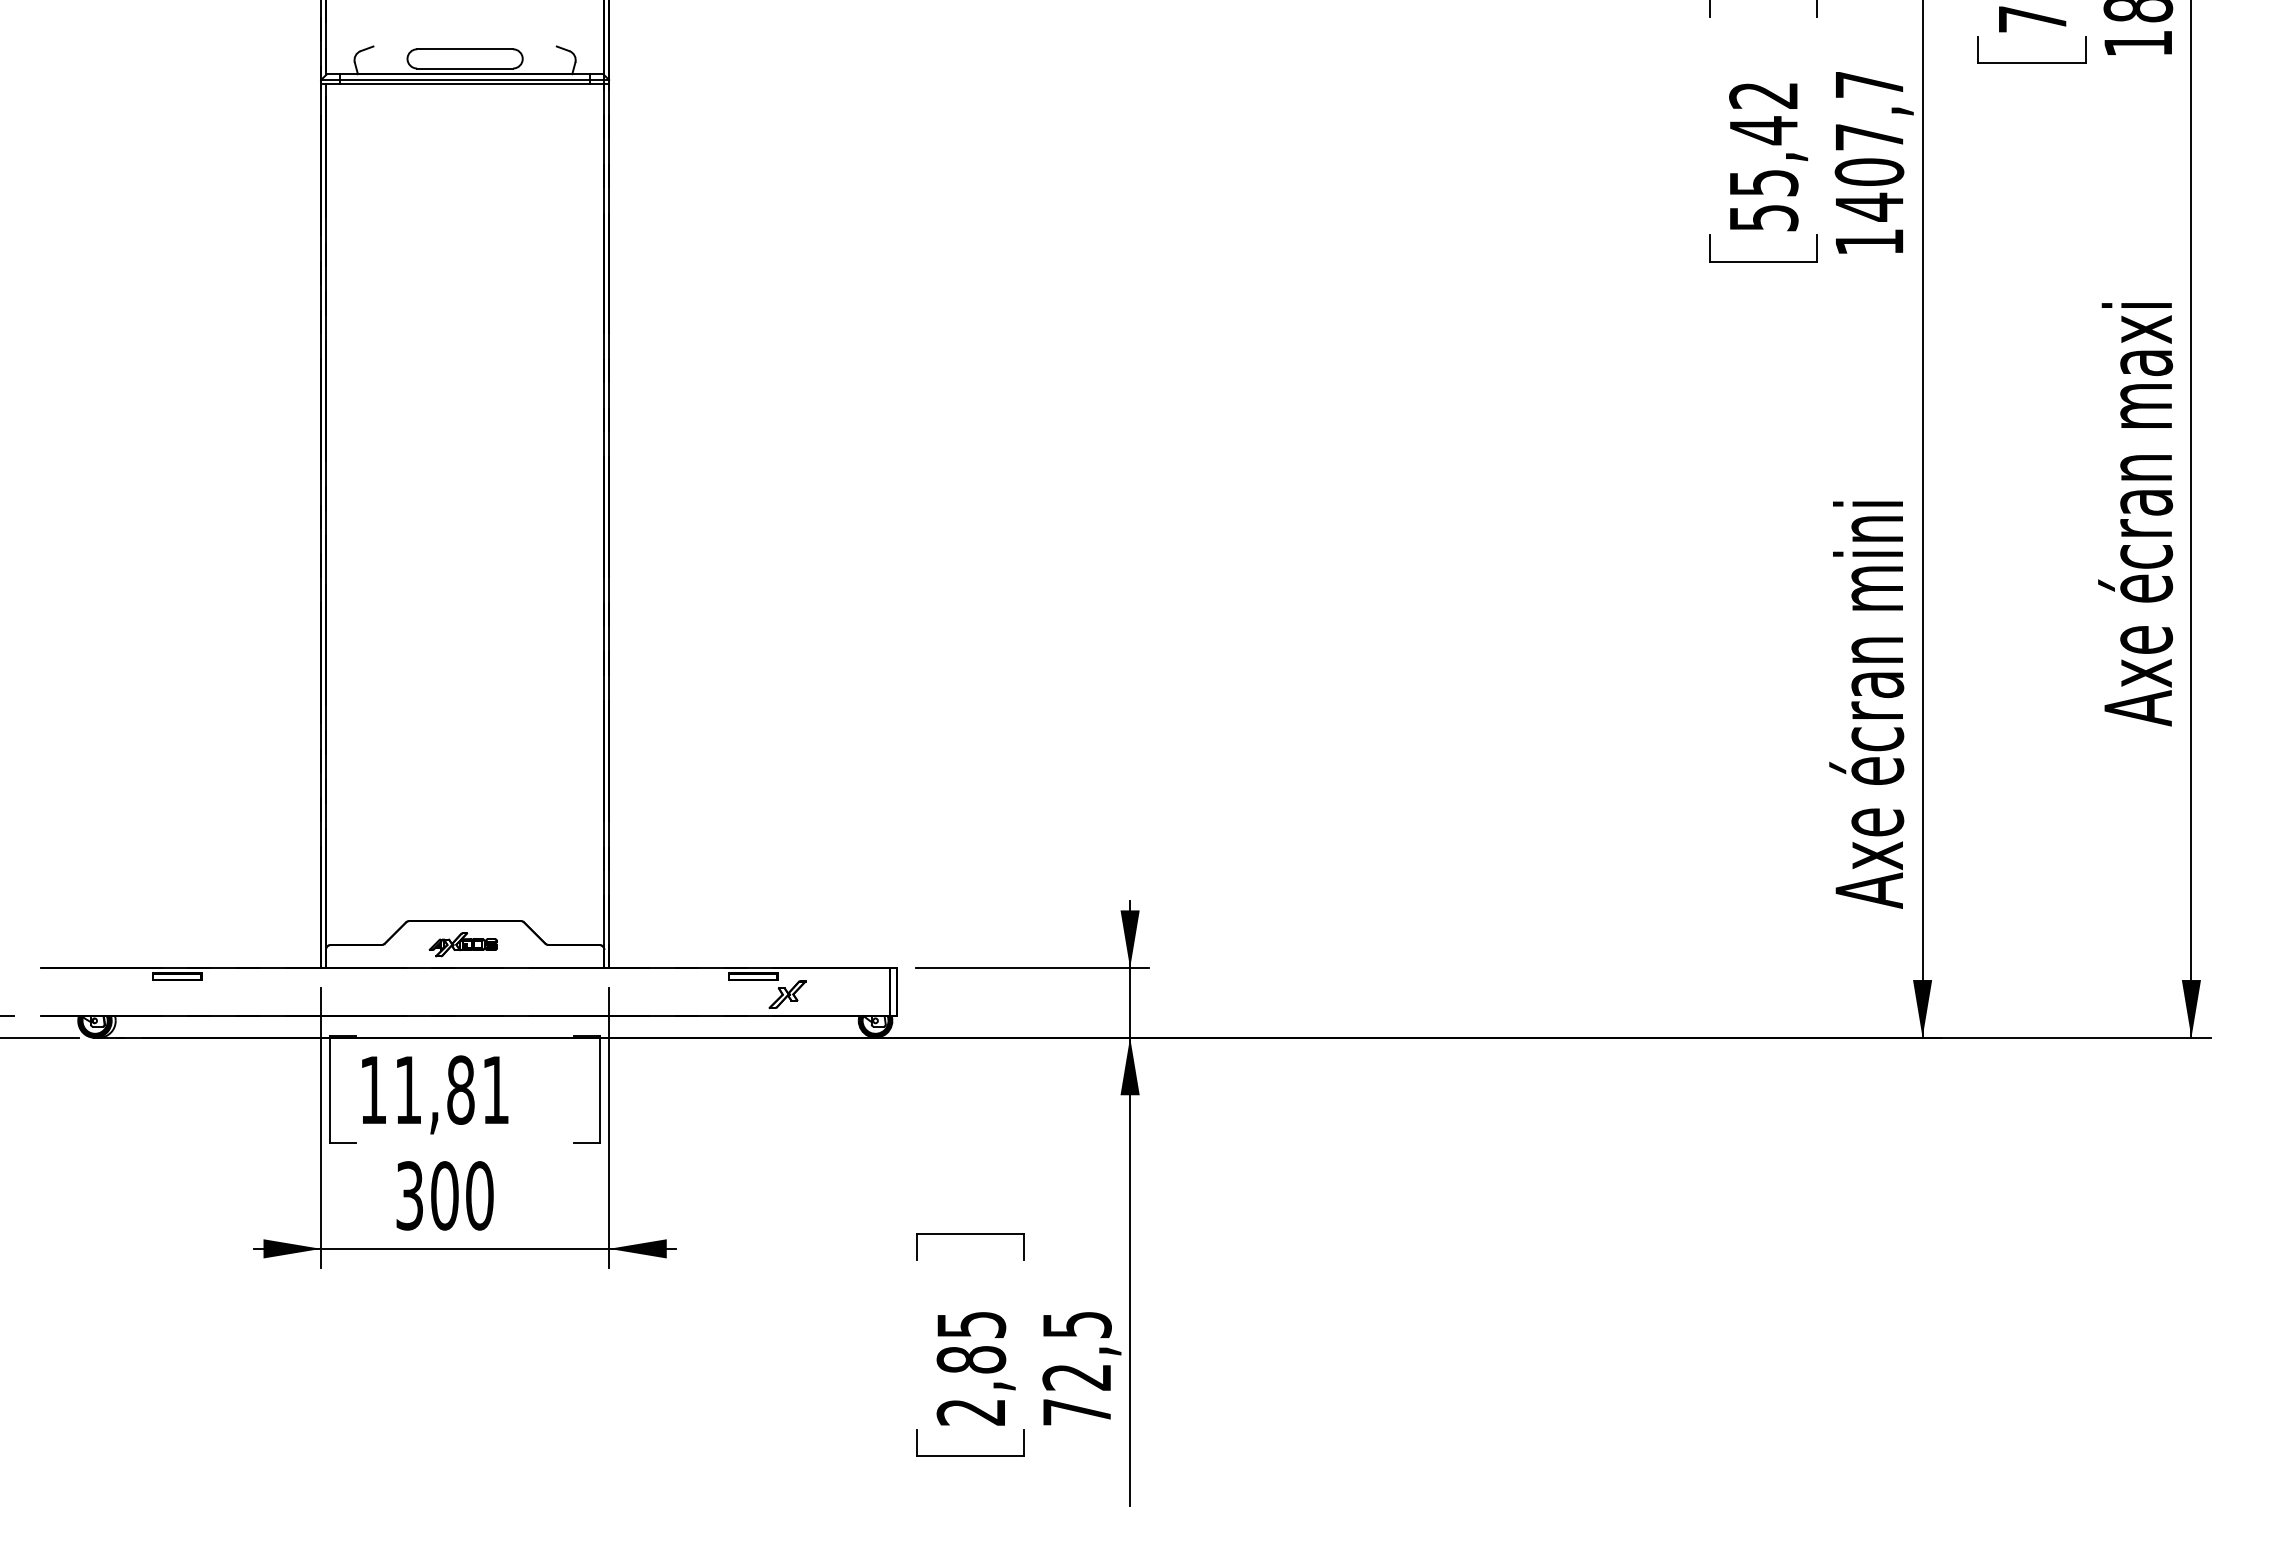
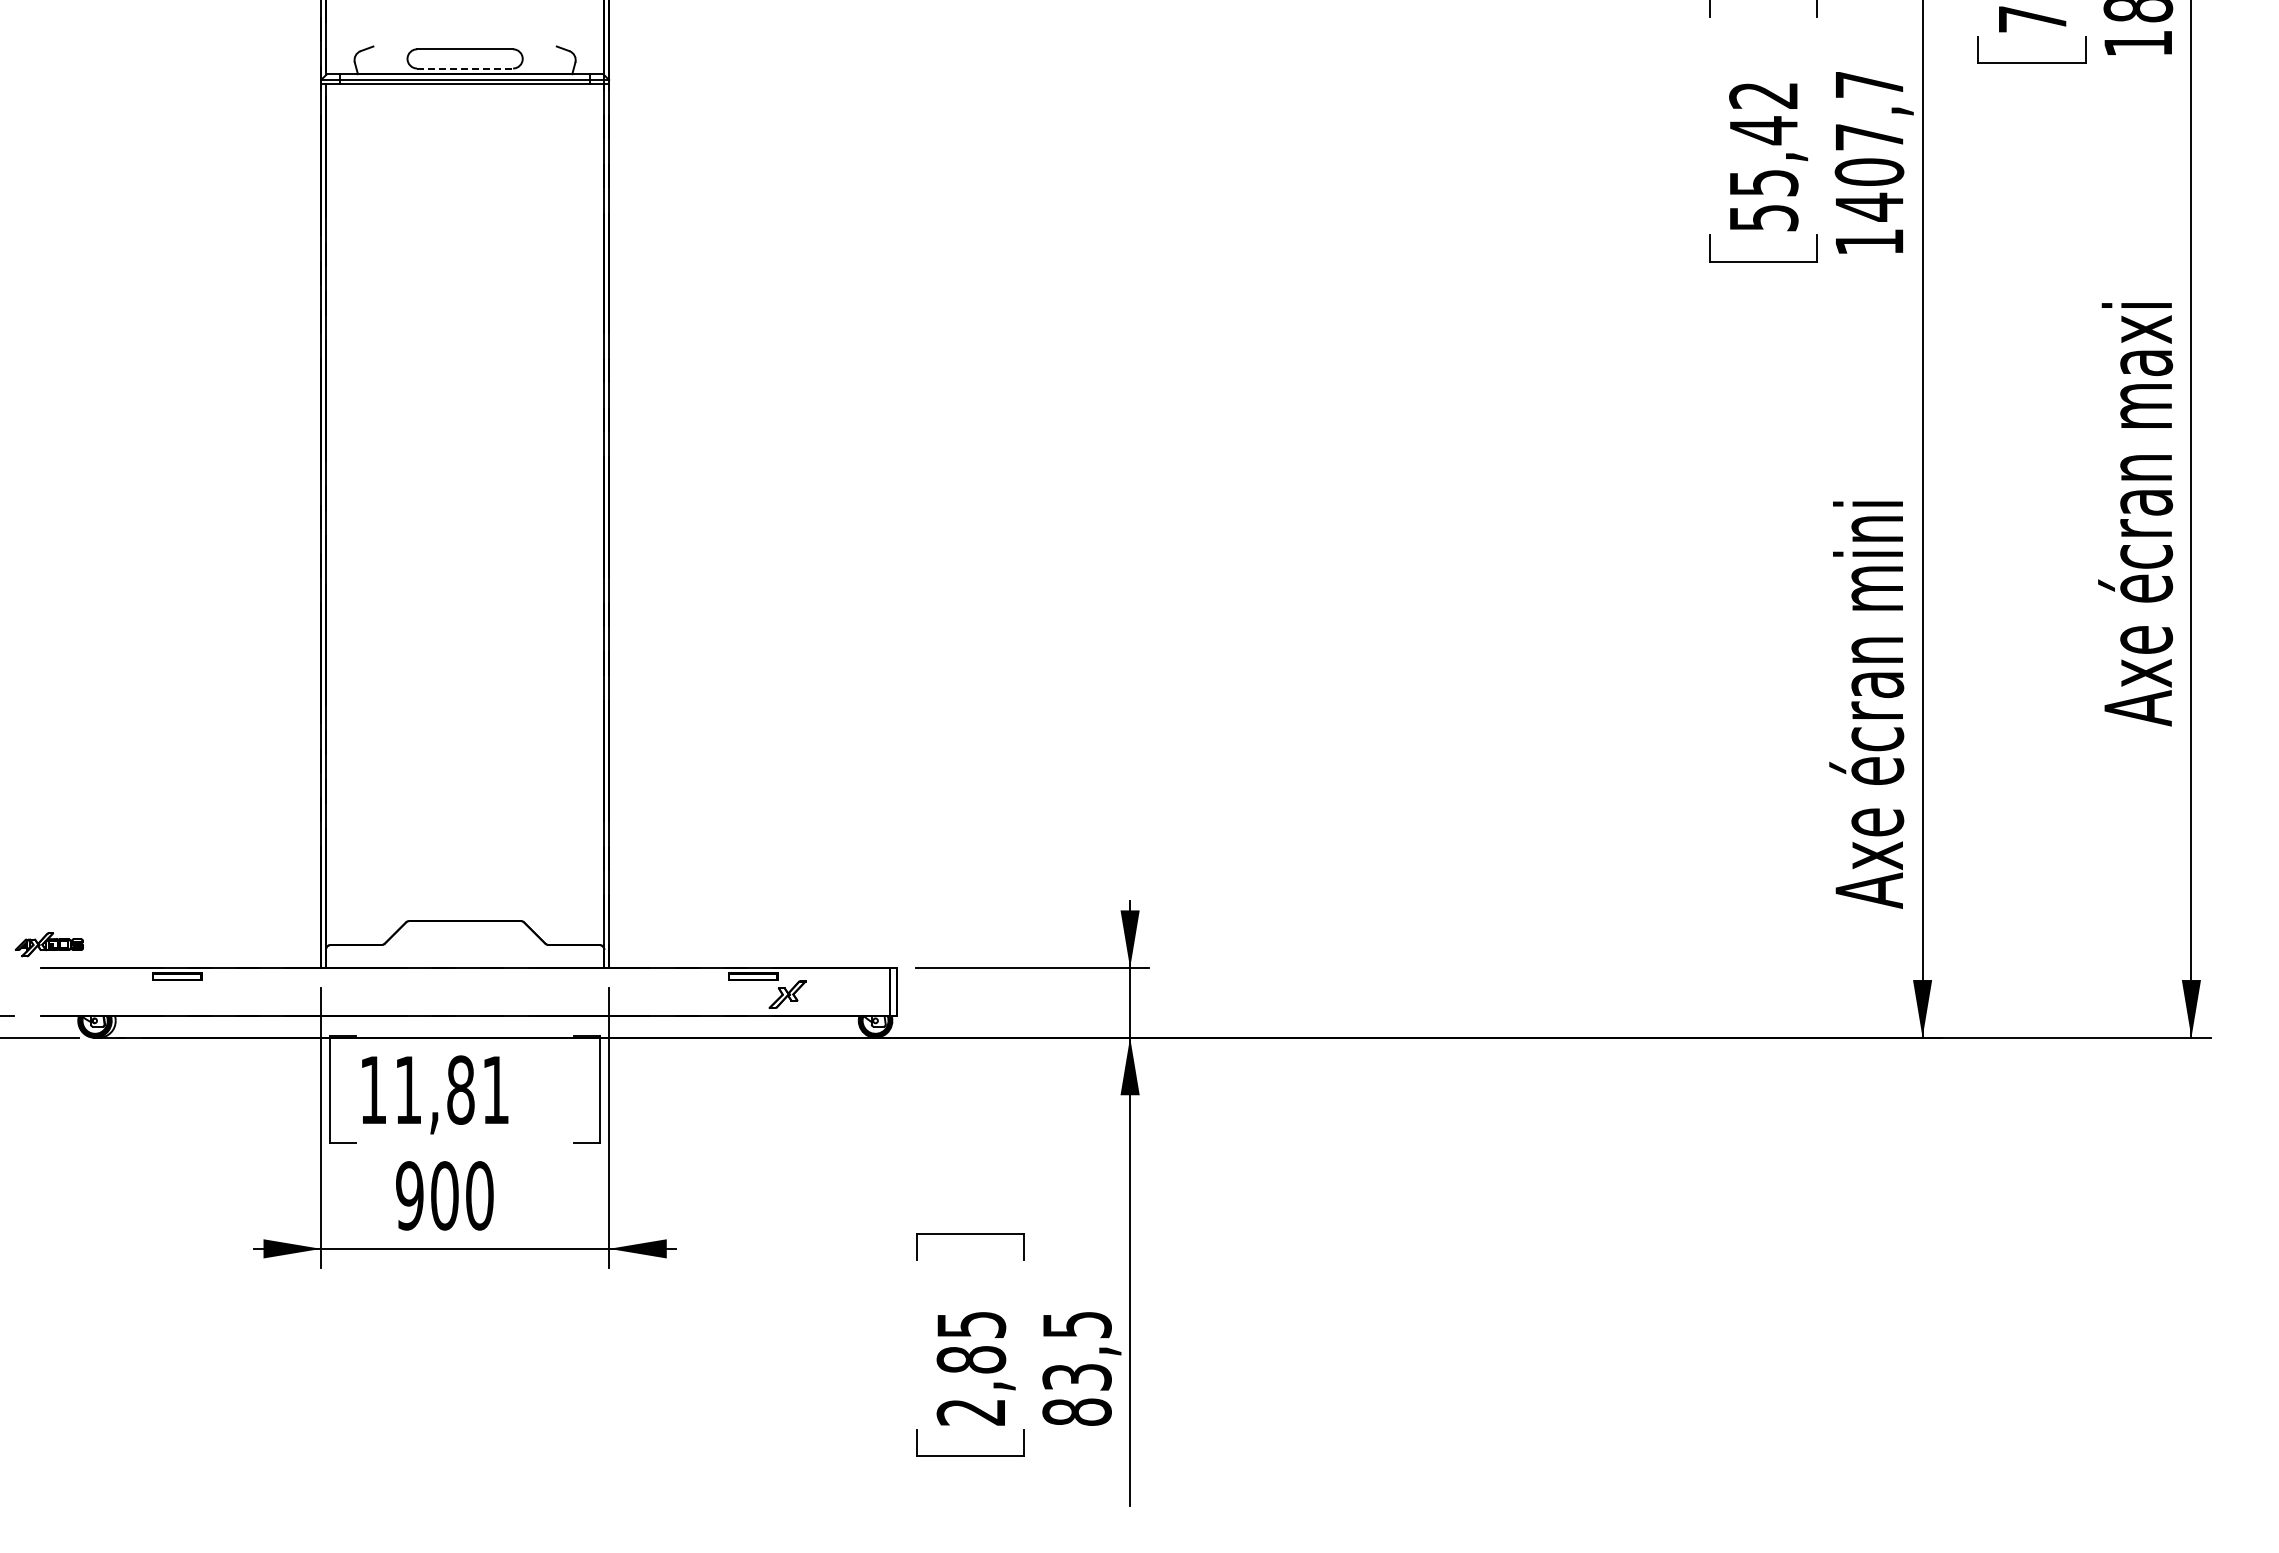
line at (465, 68): solid -> dashed
part at (462, 944) position: (462, 944) -> (48, 944)
text at (409, 1195): 300 -> 900
text at (1076, 1394): 72,5 -> 83,5
